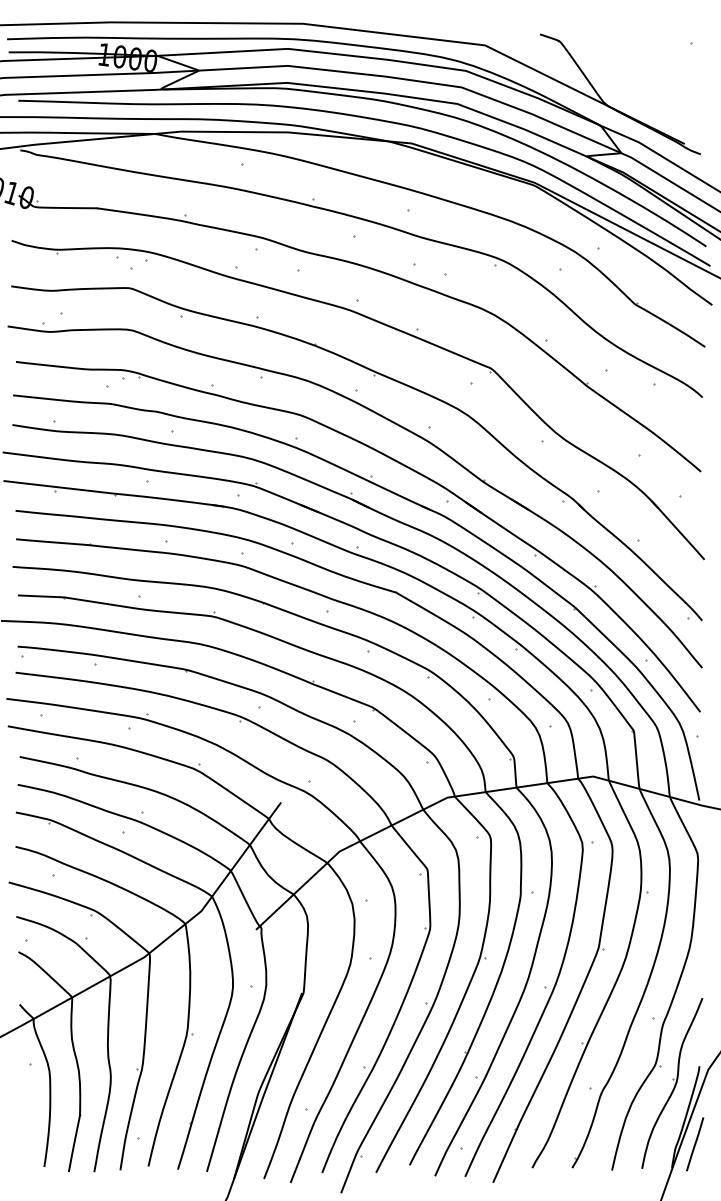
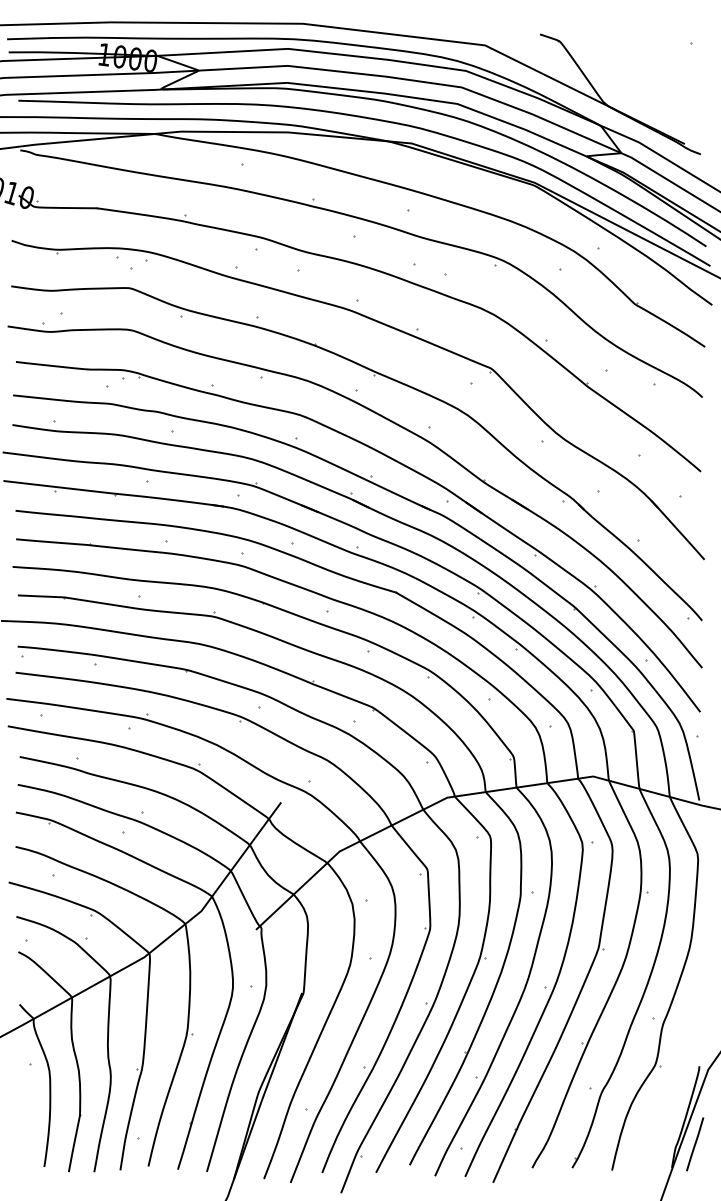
part at (672, 1083): present -> none
